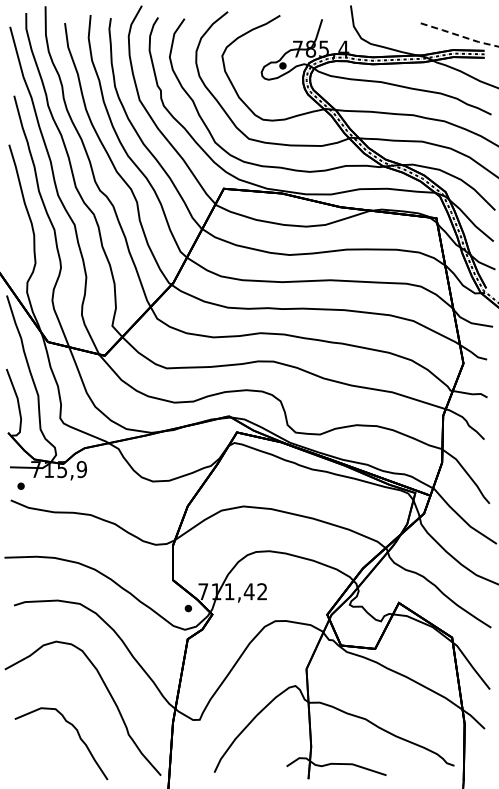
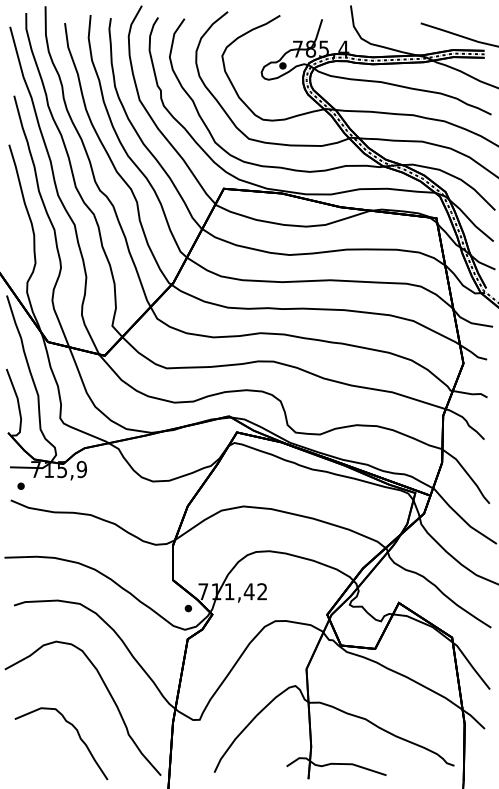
line at (459, 35): dashed -> solid
